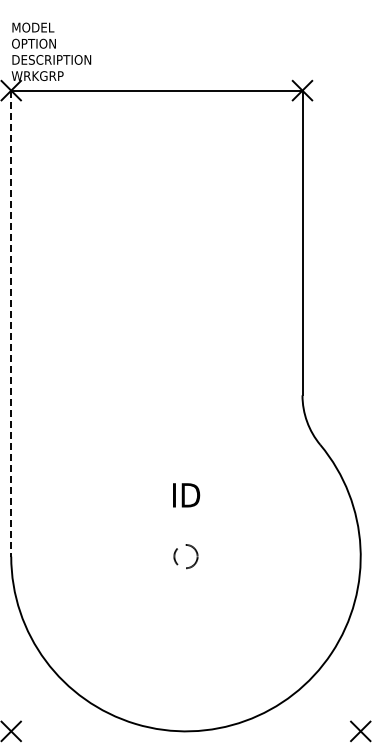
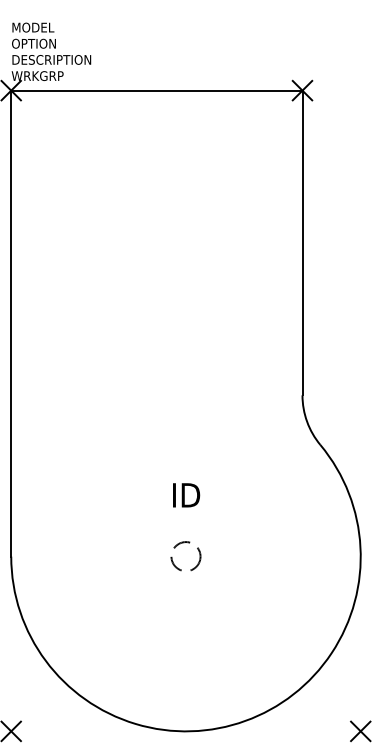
line at (11, 323): dashed -> solid
circle at (185, 556) size: 26x26 px -> 32x31 px
